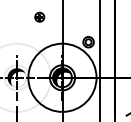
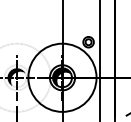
part at (39, 16): present -> none
